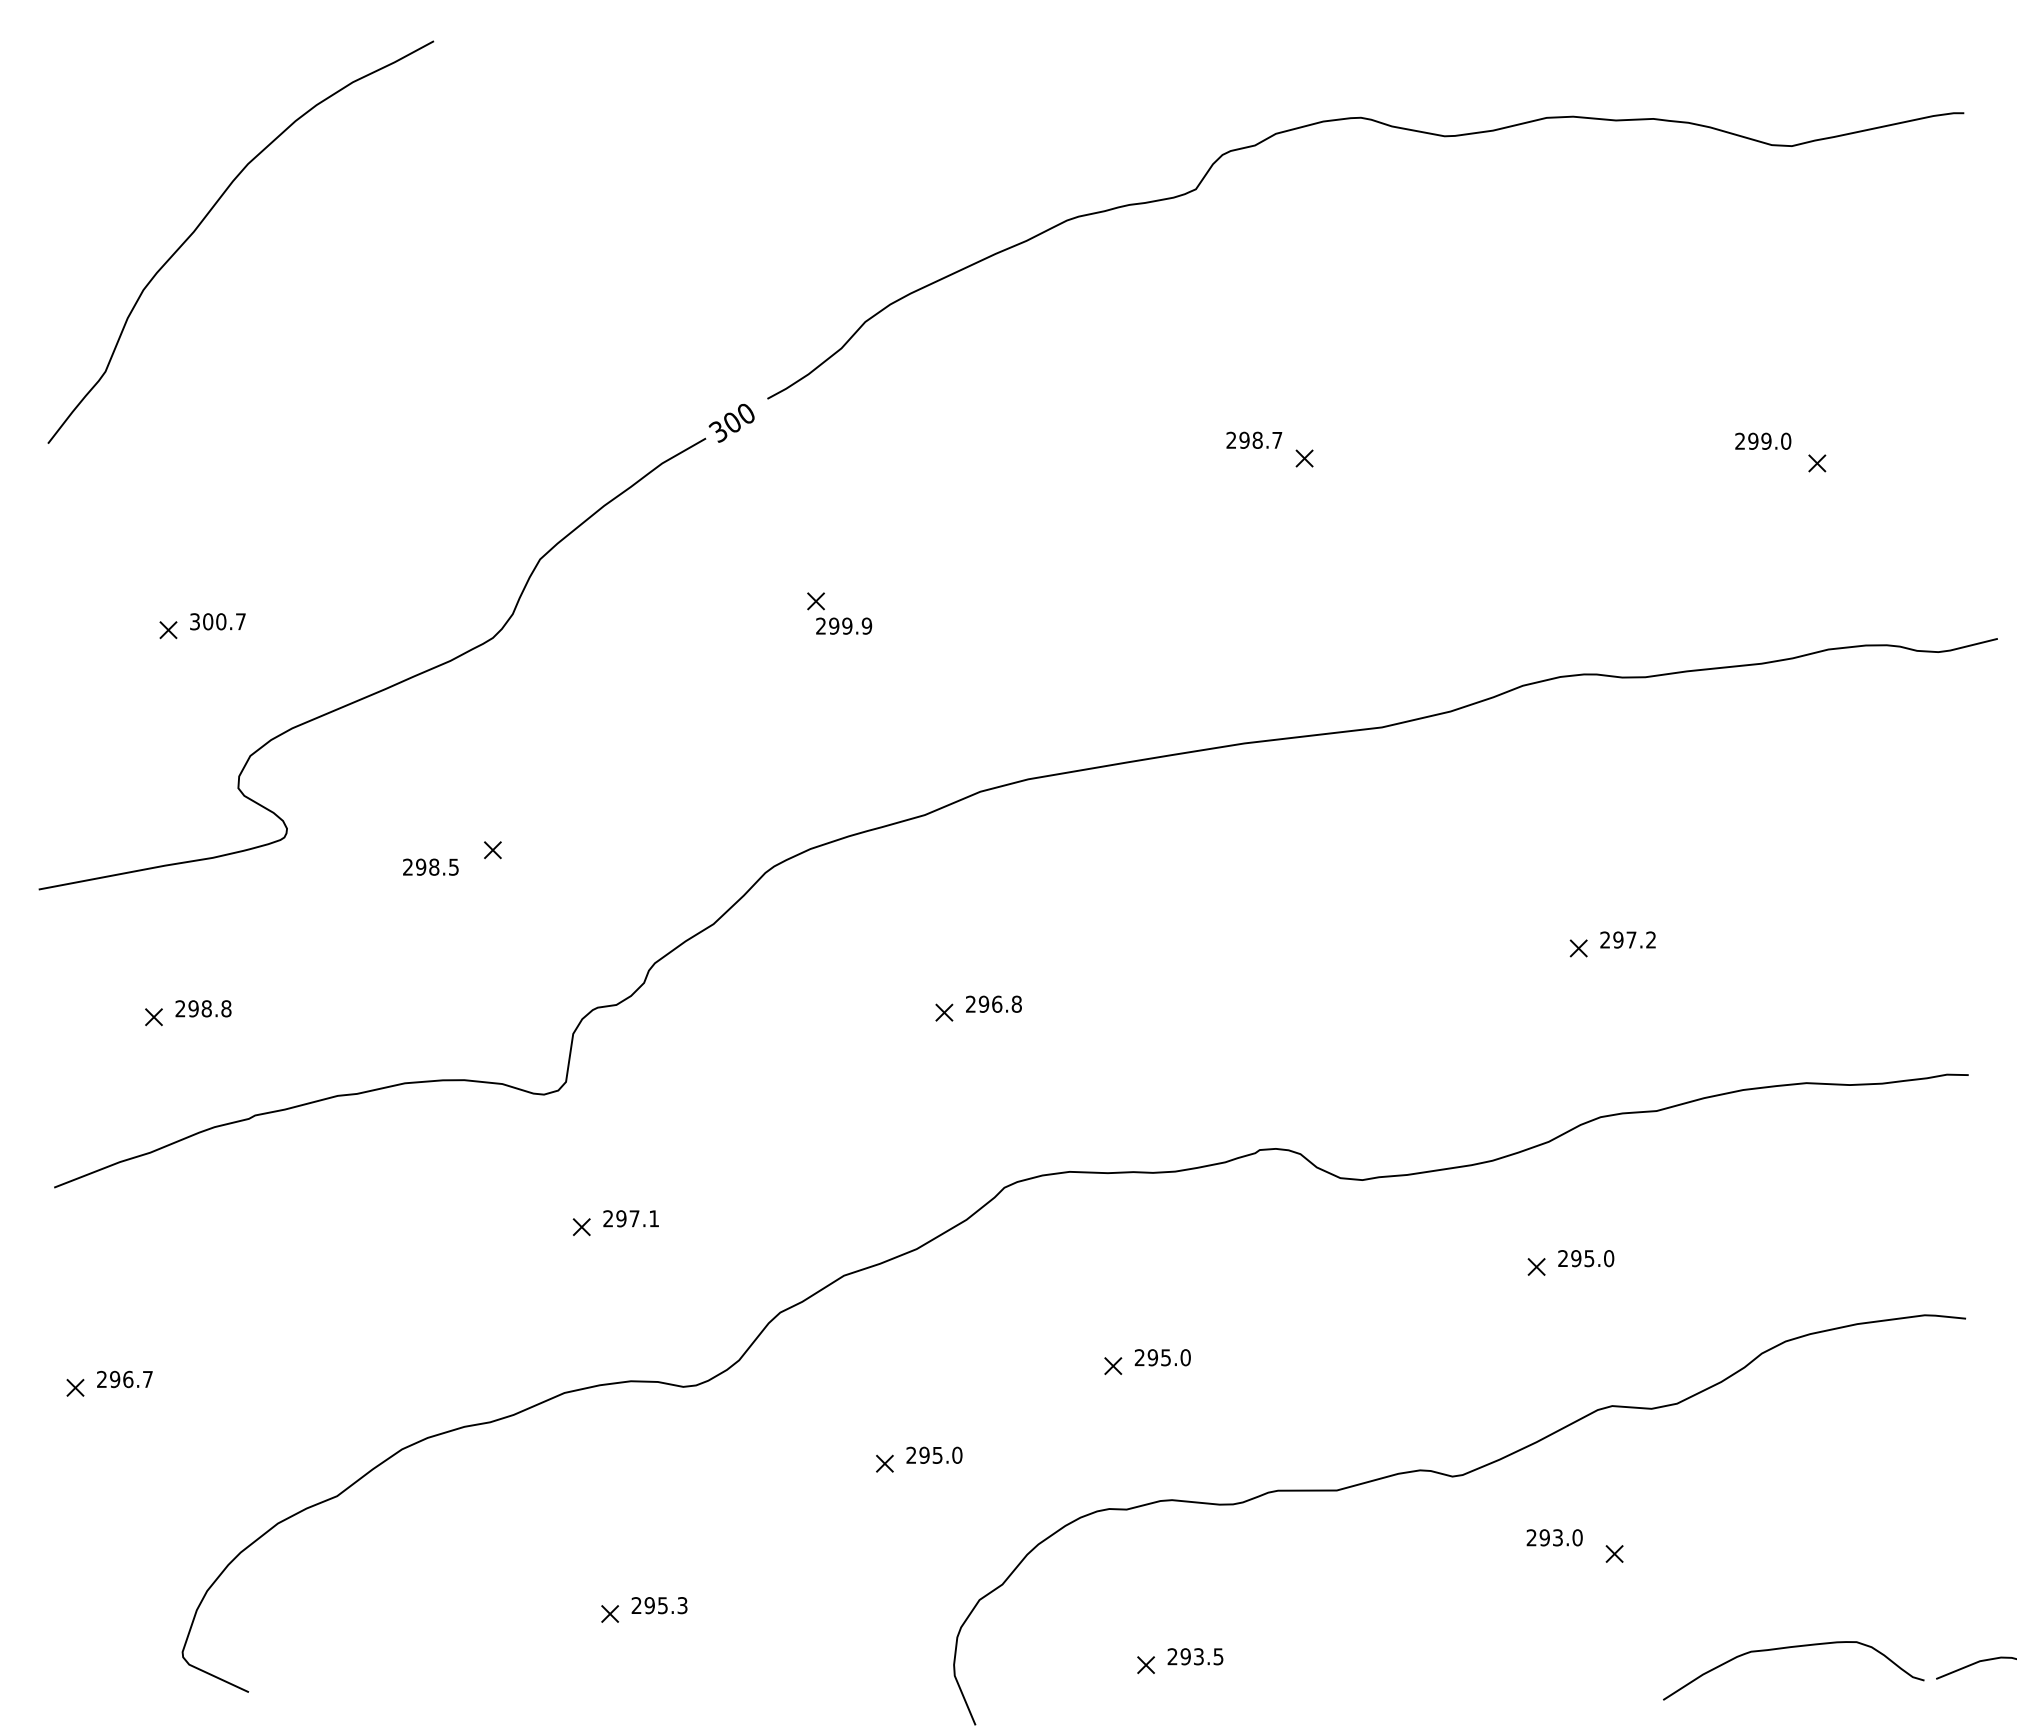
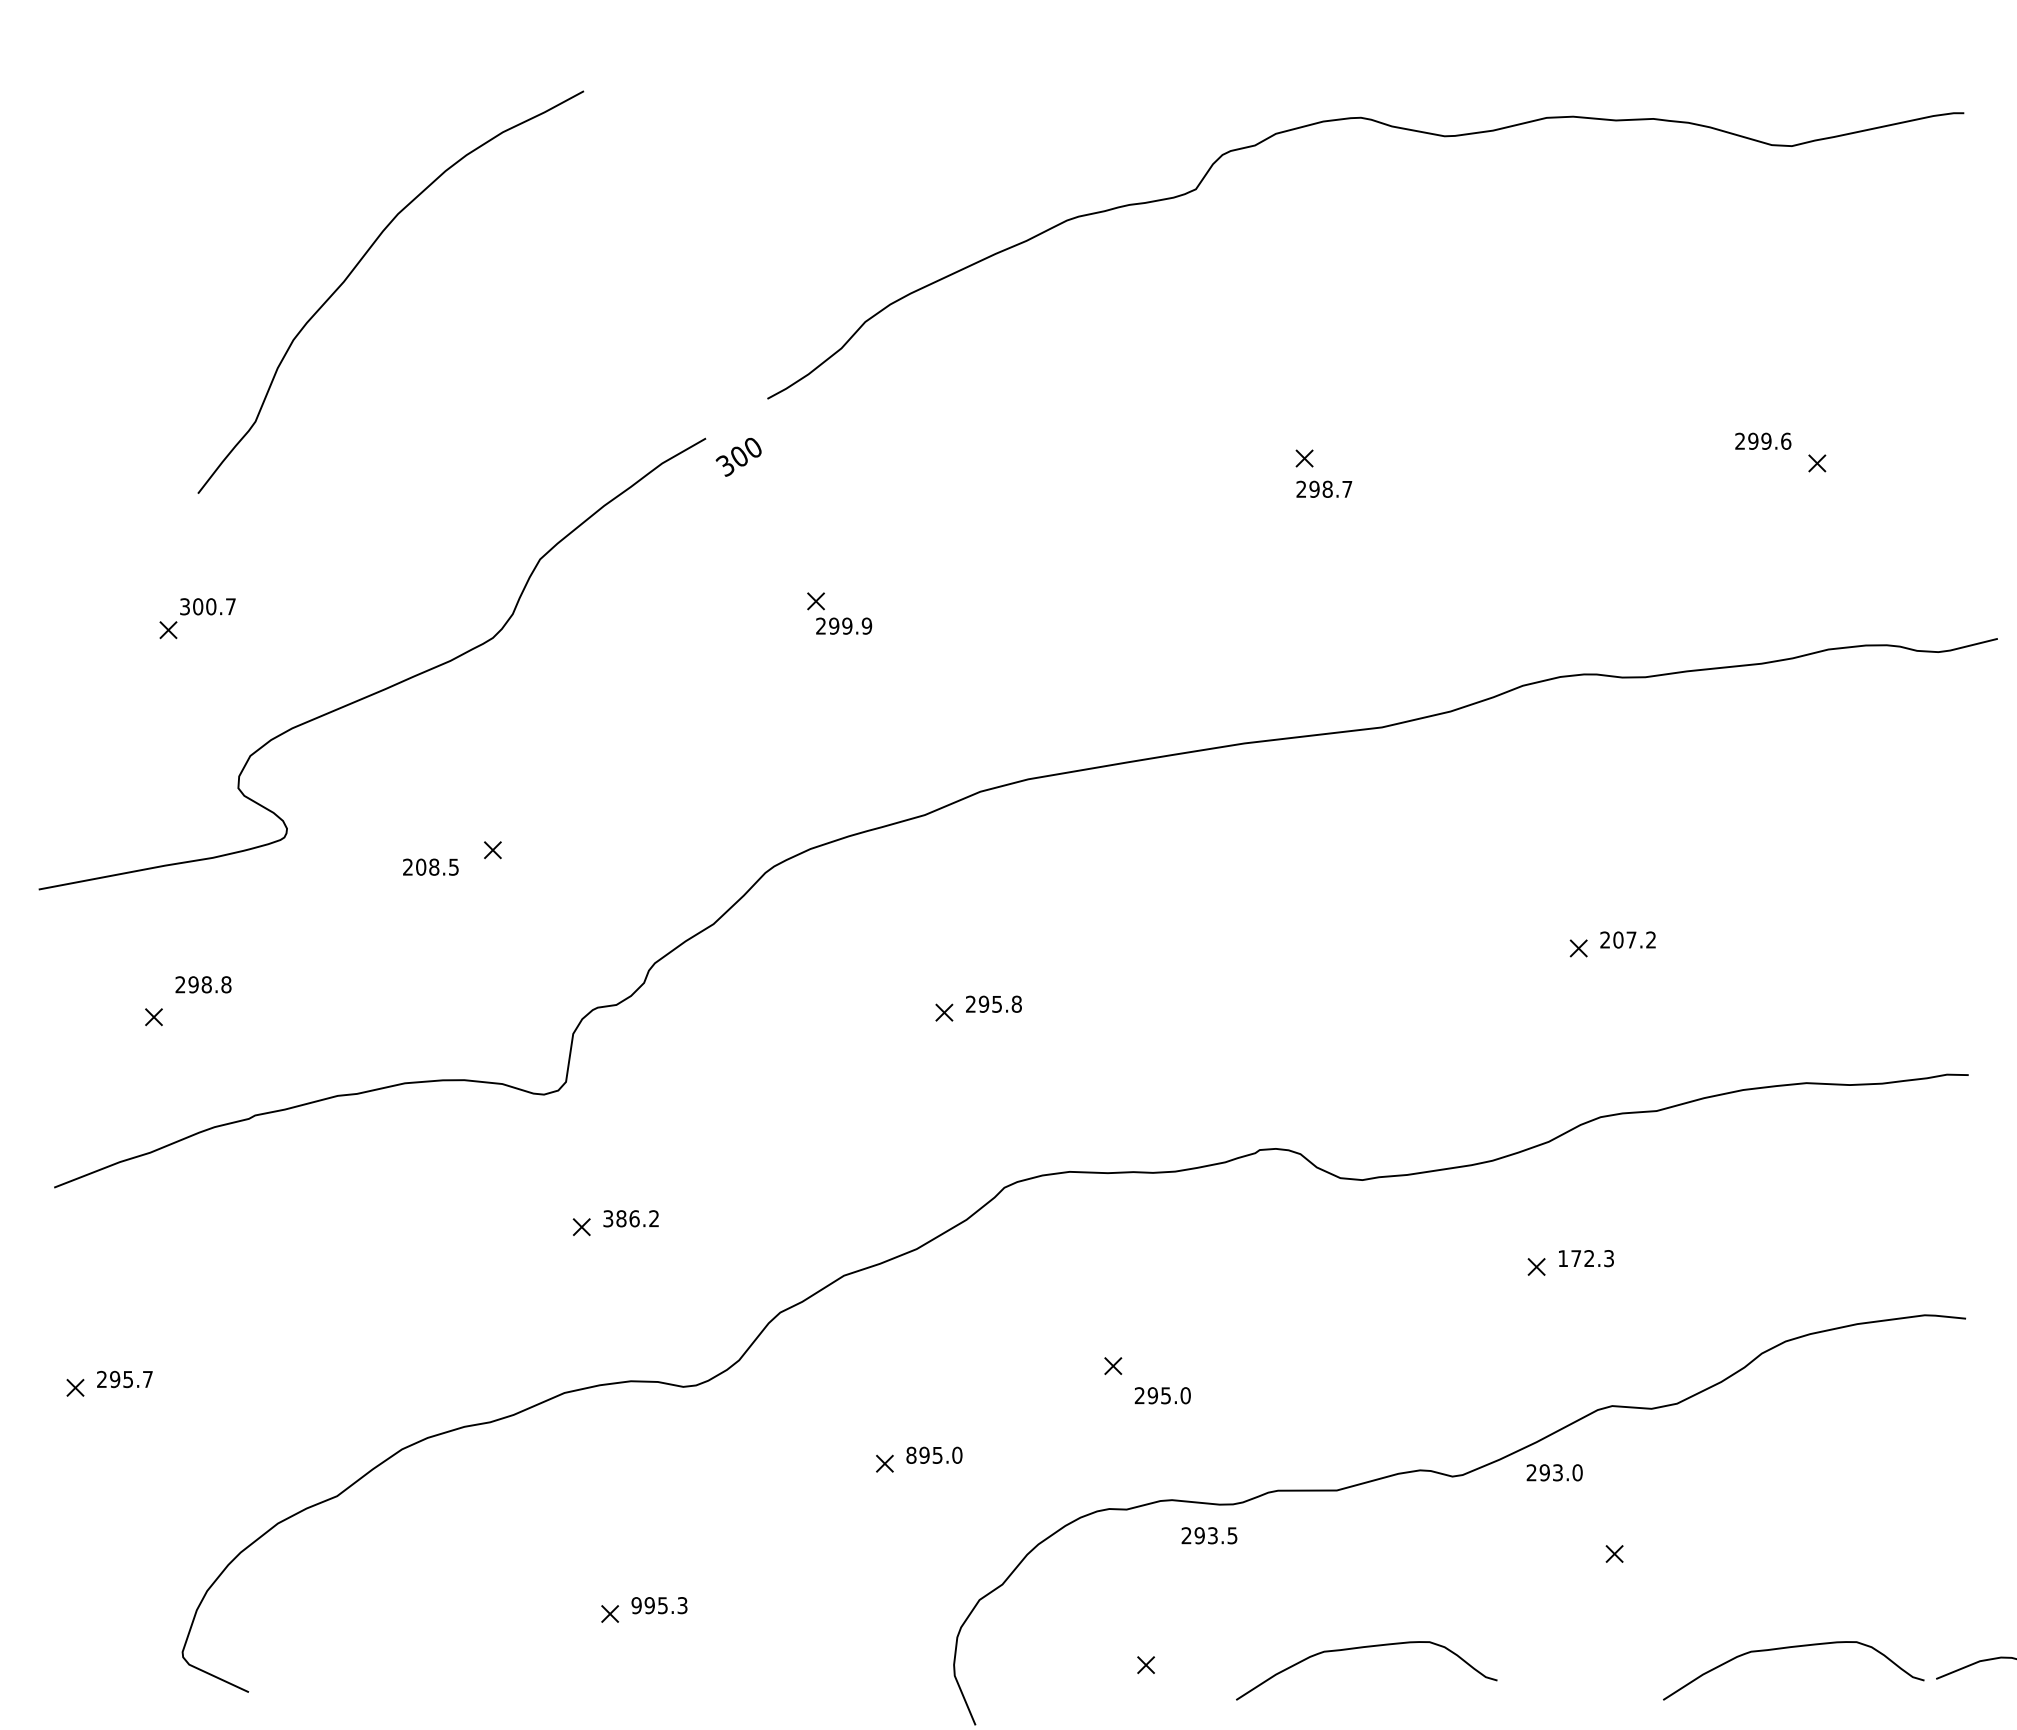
curve at (206, 217) position: (206, 217) -> (356, 267)
text at (731, 423) position: (731, 423) -> (738, 457)
text at (1254, 439) position: (1254, 439) -> (1324, 488)
text at (1786, 440): 299.0 -> 299.6
text at (217, 621) position: (217, 621) -> (207, 606)
text at (421, 867): 298.5 -> 208.5
text at (1618, 939): 297.2 -> 207.2
text at (997, 1003): 296.8 -> 295.8
text at (203, 1008) position: (203, 1008) -> (203, 984)
text at (630, 1218): 297.1 -> 386.2
text at (1586, 1258): 295.0 -> 172.3
text at (1162, 1357) position: (1162, 1357) -> (1162, 1395)
text at (128, 1379): 296.7 -> 295.7
text at (911, 1454): 295.0 -> 895.0
text at (1554, 1537) position: (1554, 1537) -> (1554, 1472)
text at (636, 1605): 295.3 -> 995.3
curve at (1362, 1648): none -> present
text at (1195, 1656) position: (1195, 1656) -> (1209, 1535)
